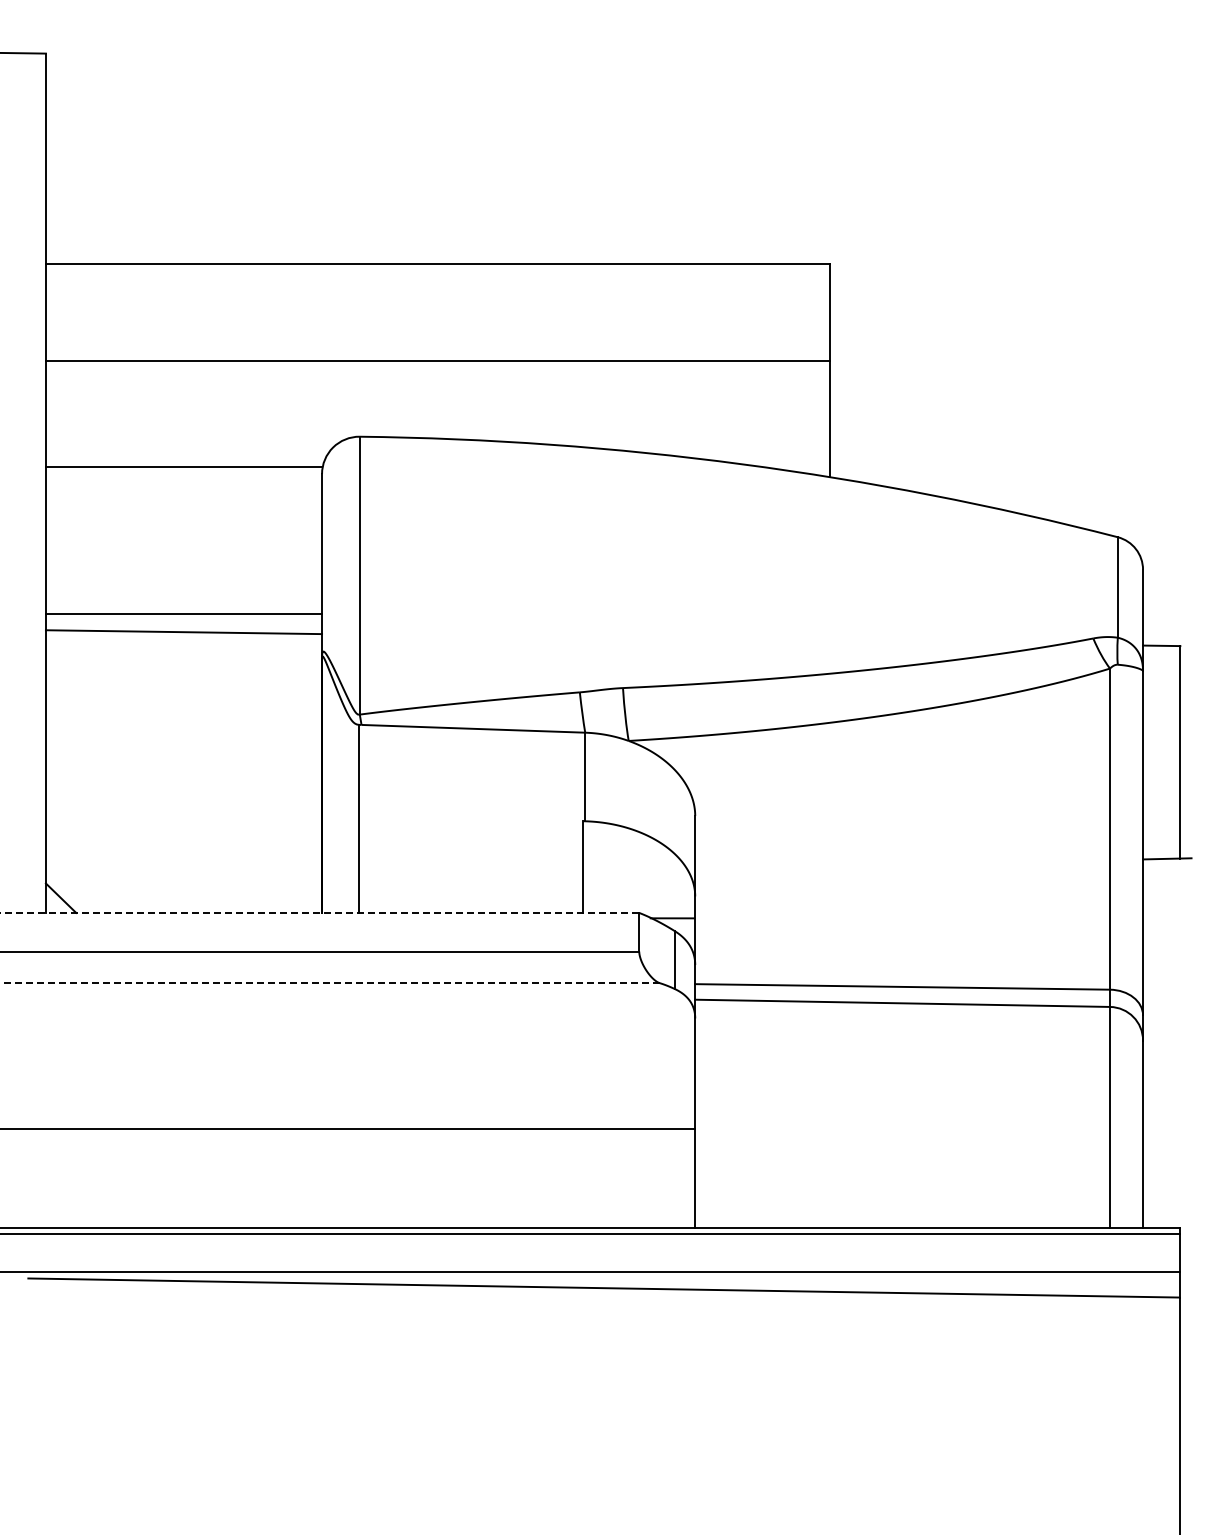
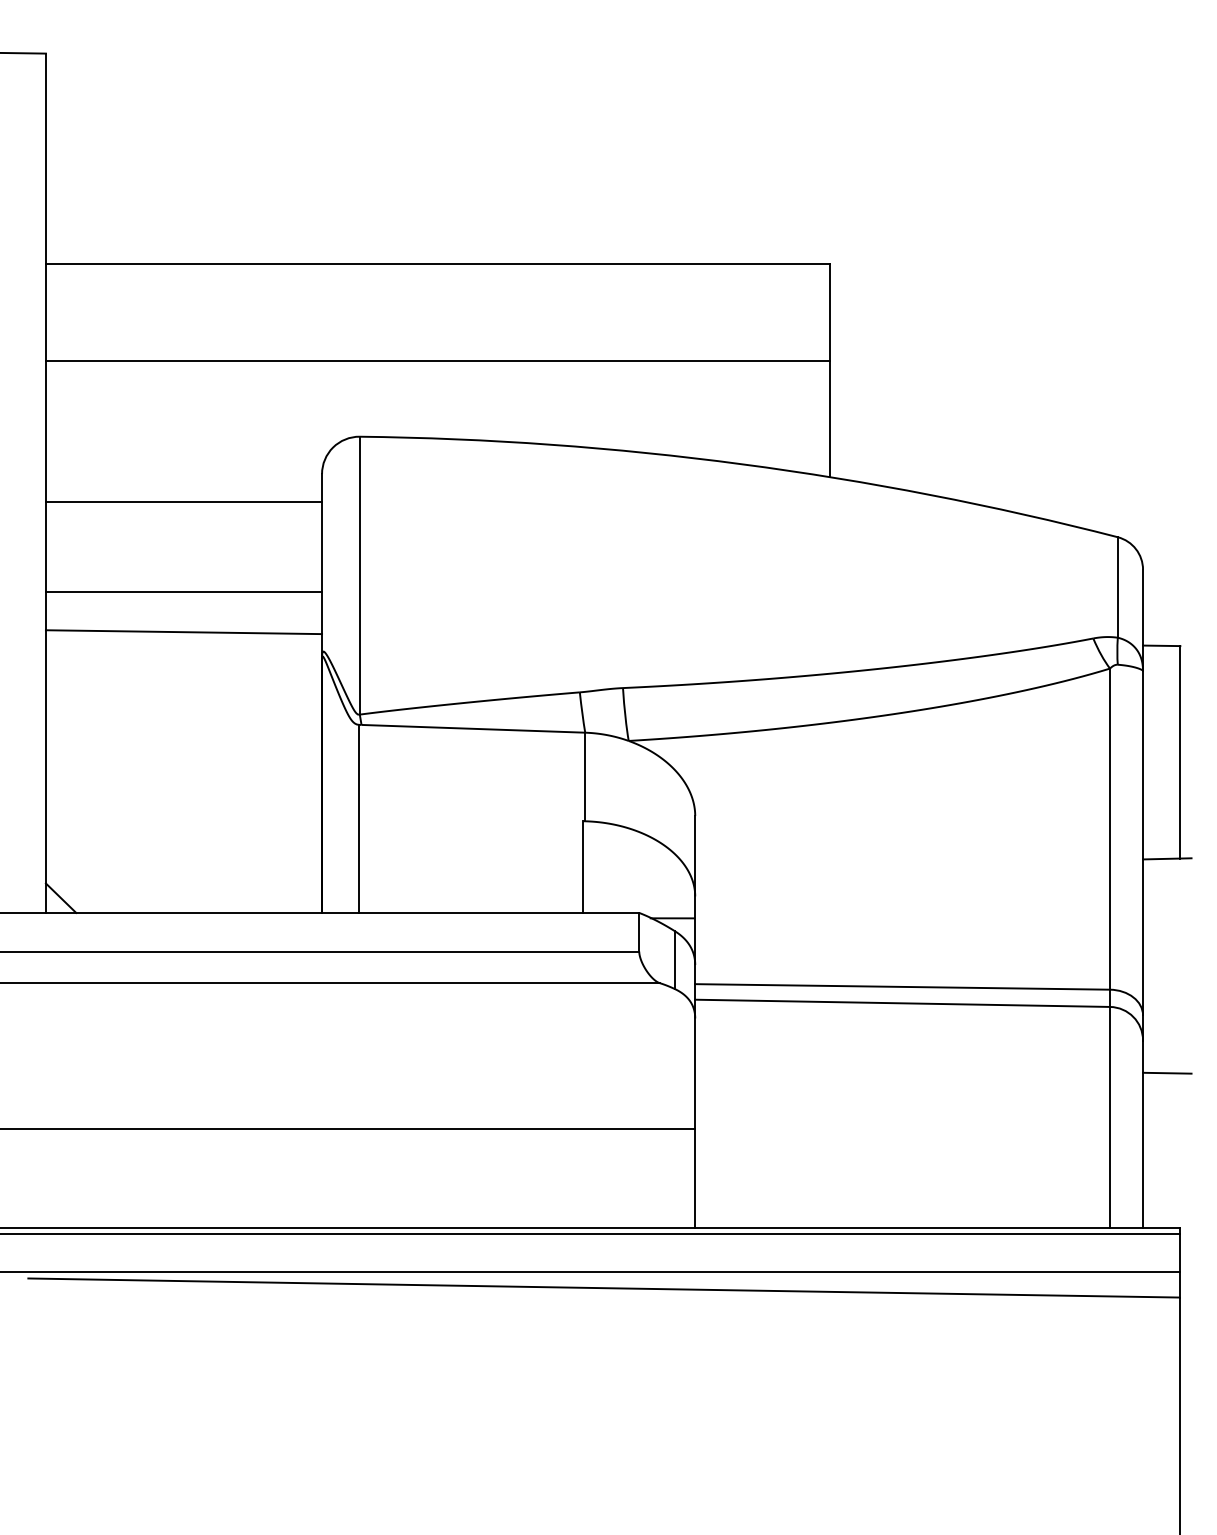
line at (183, 467) position: (183, 467) -> (183, 502)
line at (183, 614) position: (183, 614) -> (183, 592)
line at (319, 912): dashed -> solid
line at (329, 983): dashed -> solid
line at (1167, 1072): none -> present
